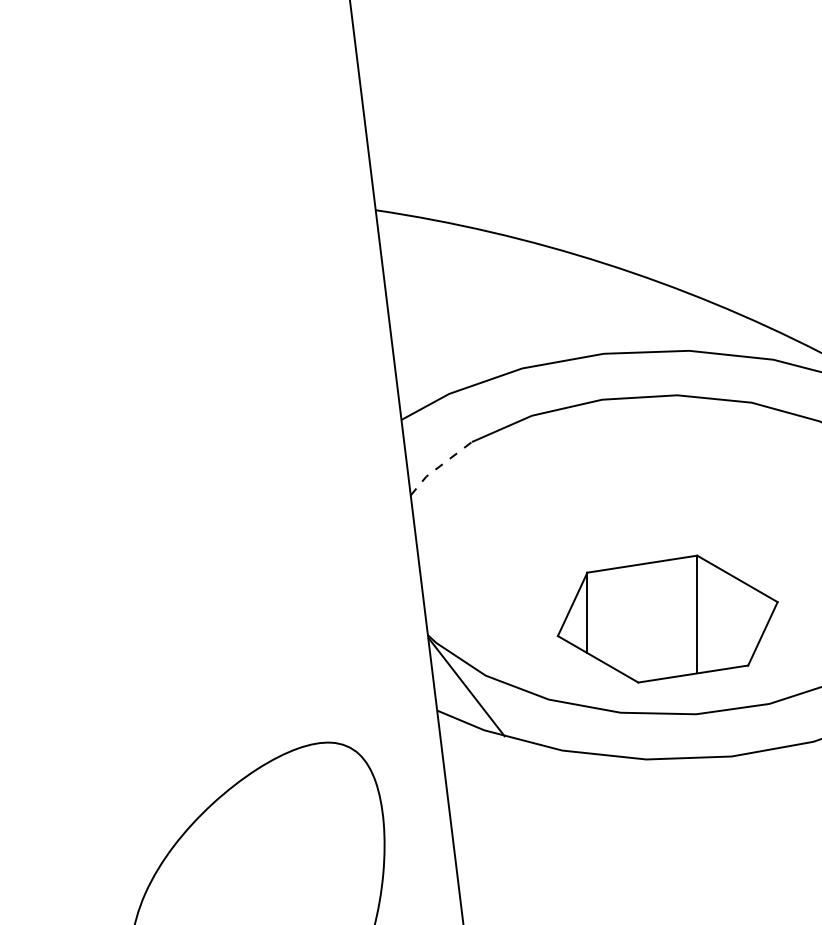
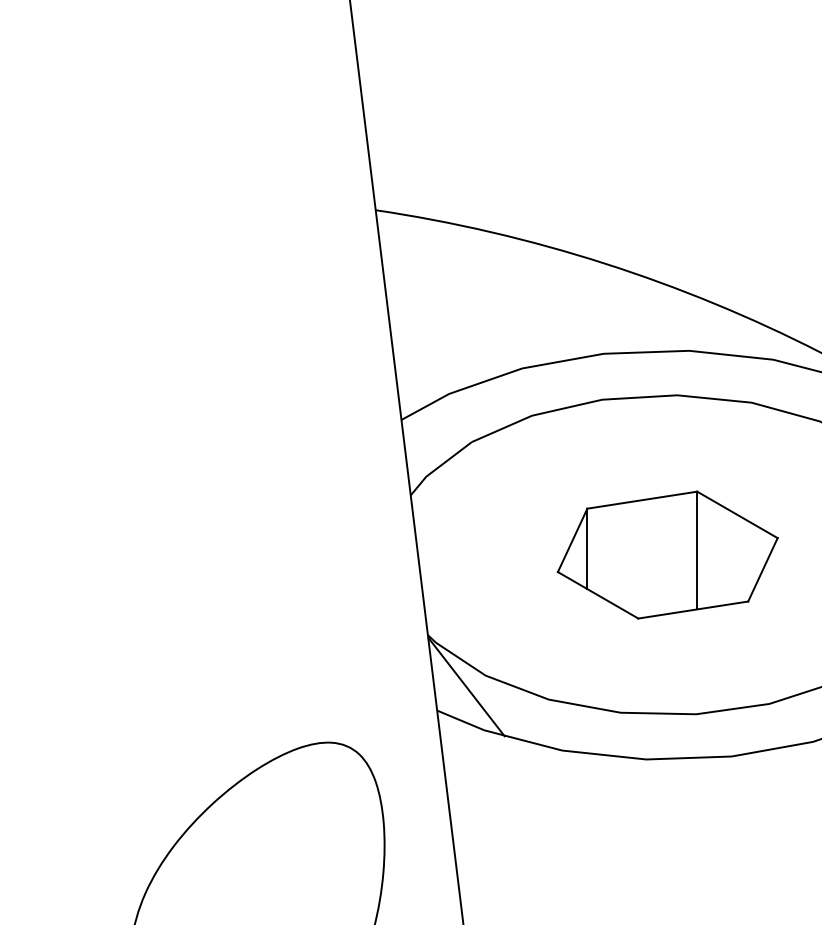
line at (438, 467): dashed -> solid
part at (667, 618) position: (667, 618) -> (667, 554)
